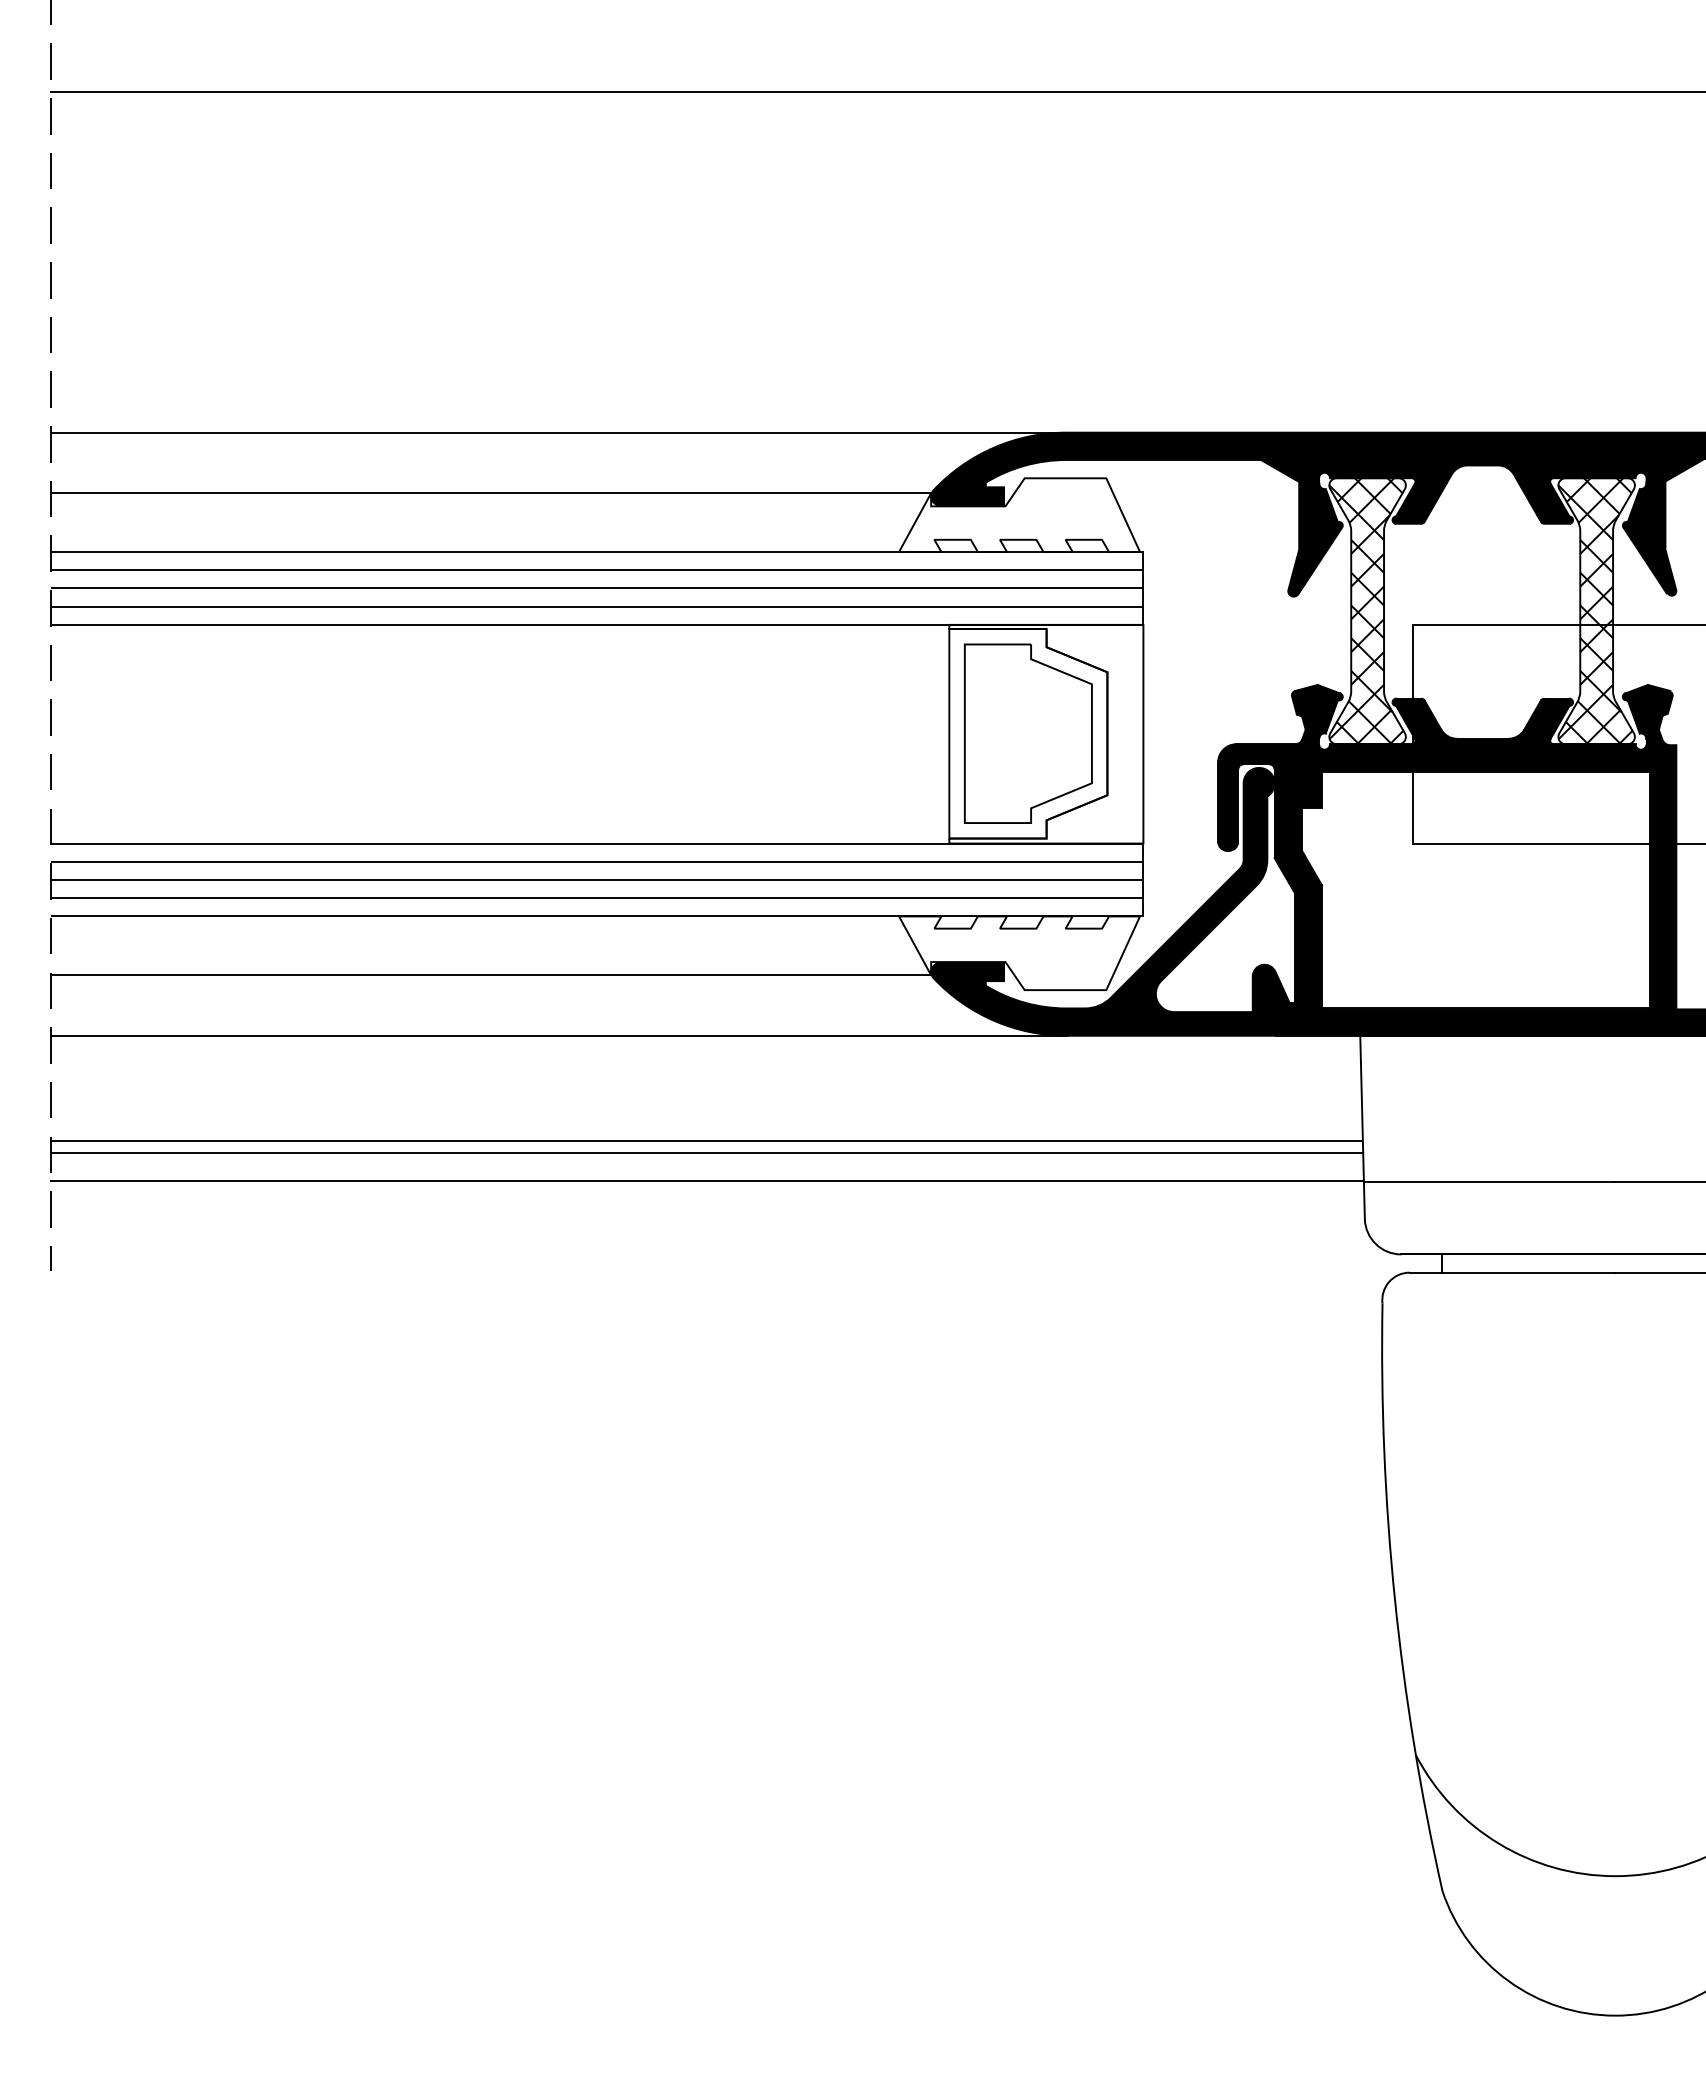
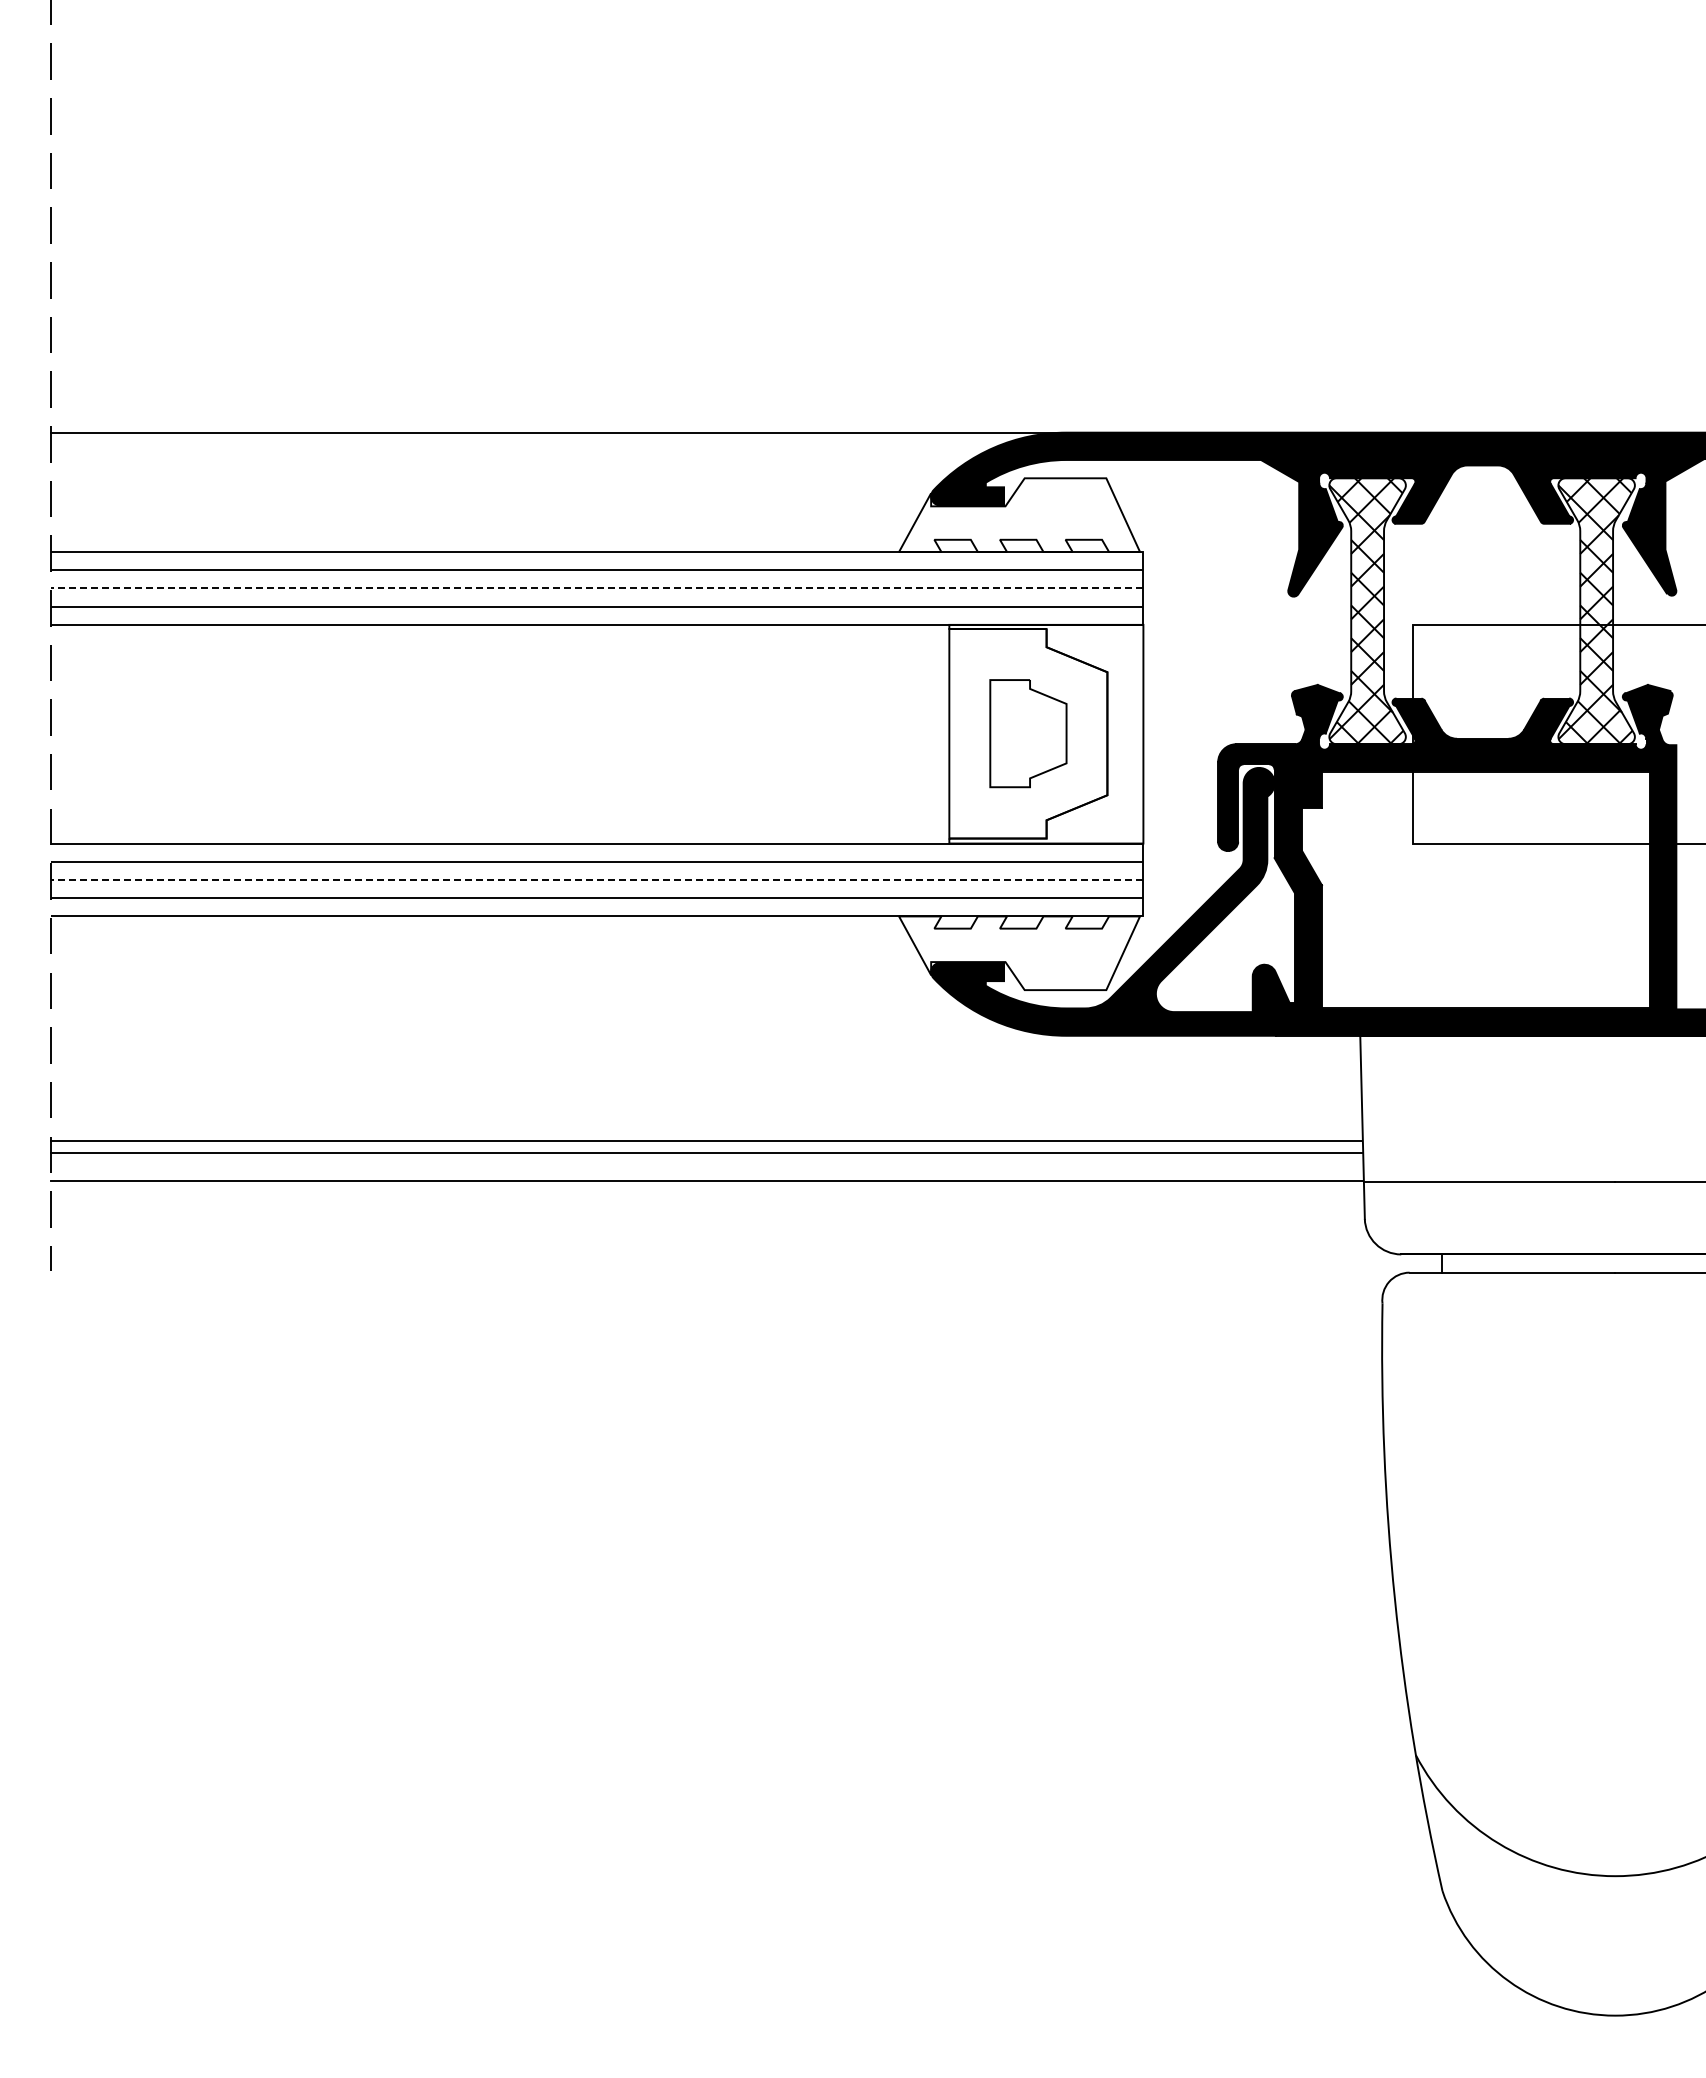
line at (876, 91): present -> none
line at (491, 493): present -> none
line at (596, 588): solid -> dashed
part at (1028, 733) size: 129x181 px -> 79x110 px
line at (596, 879): solid -> dashed
line at (491, 975): present -> none
line at (558, 1035): present -> none
